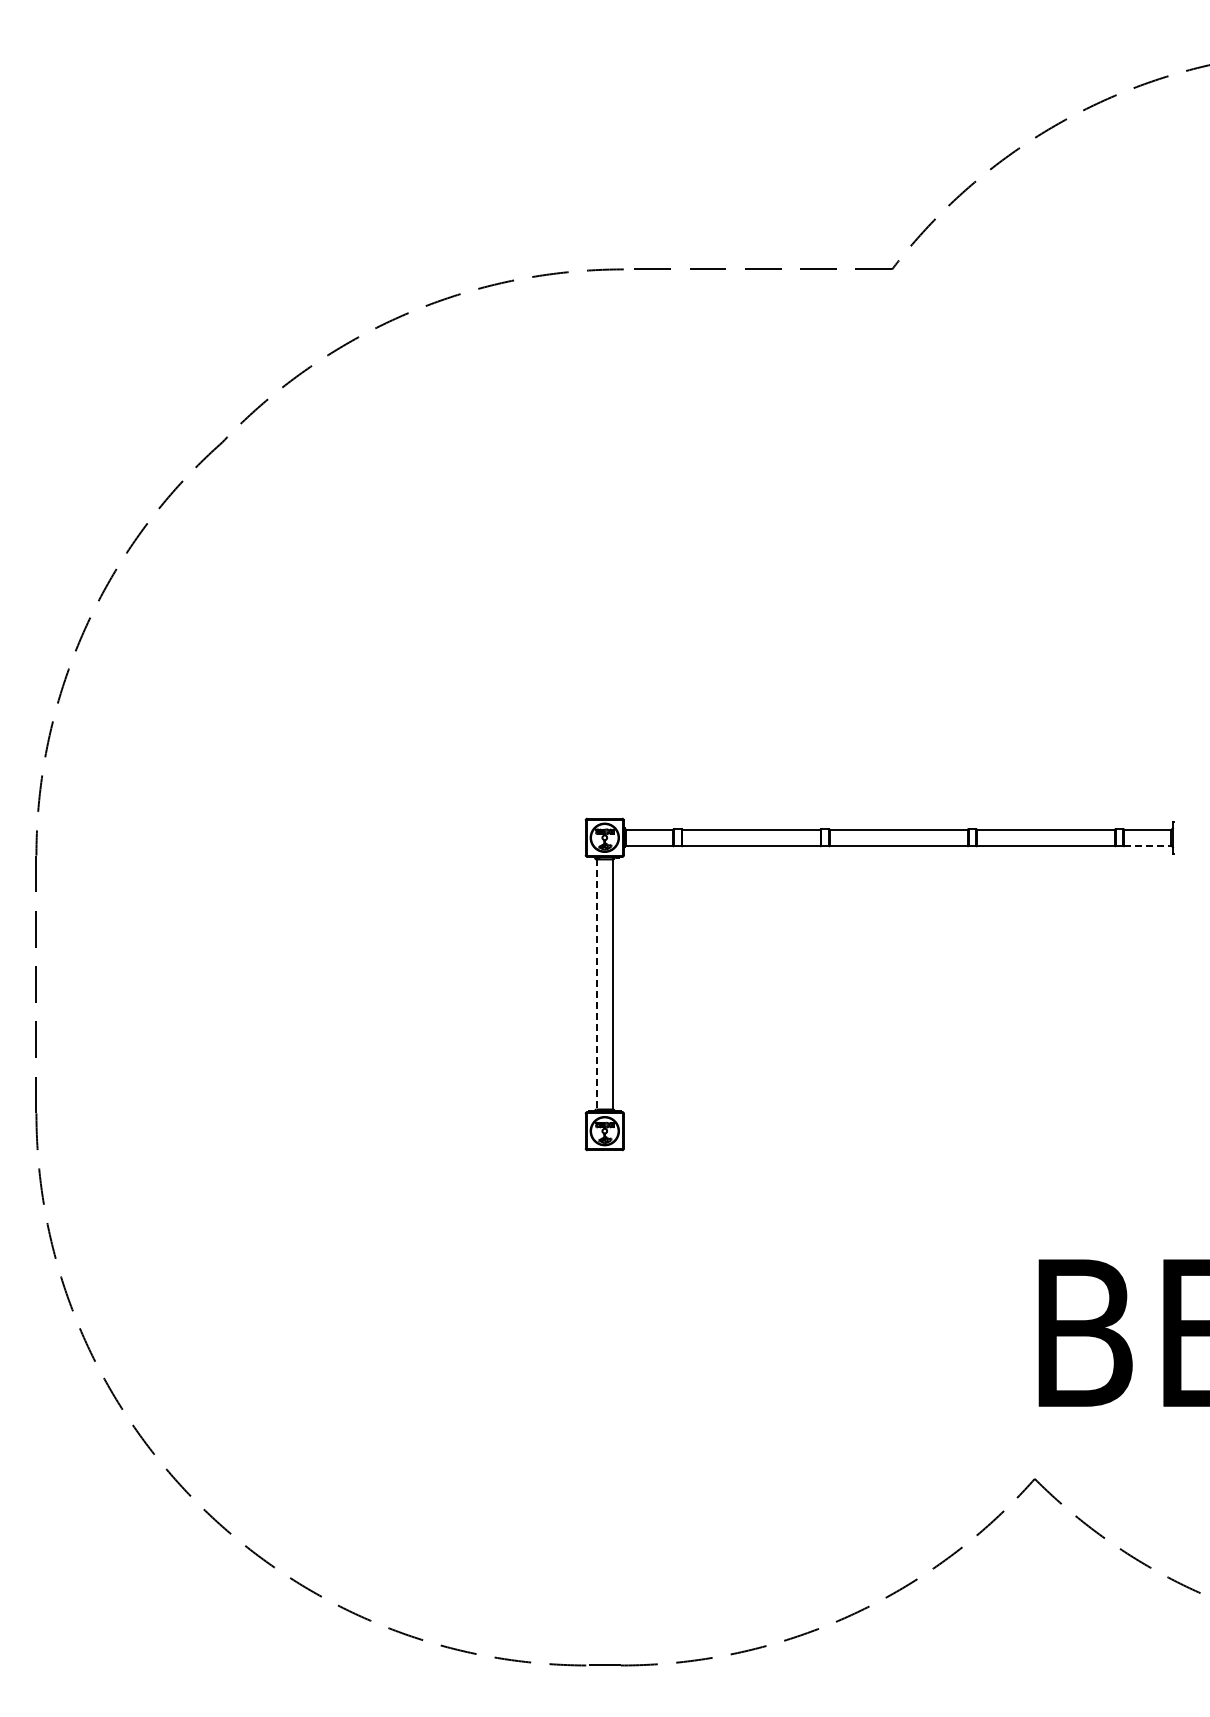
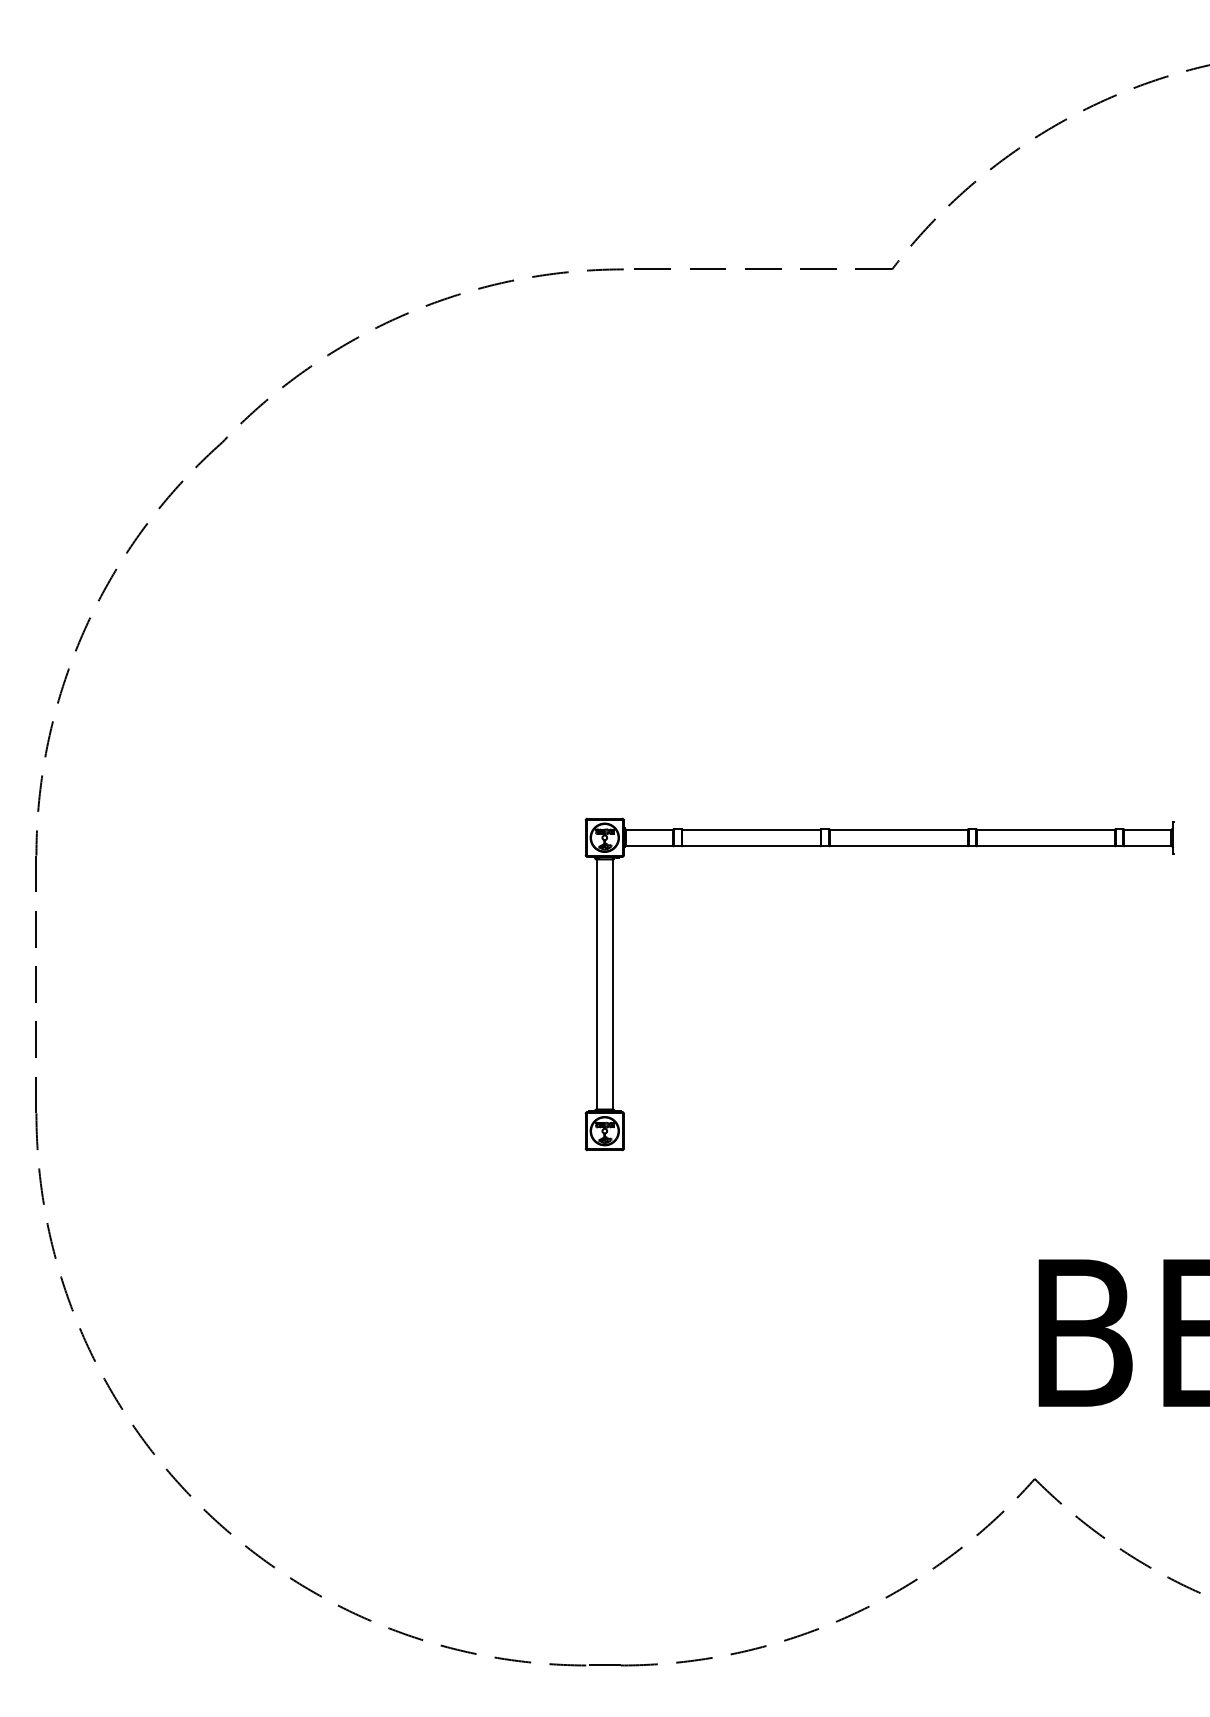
line at (1148, 845): dashed -> solid
line at (597, 984): dashed -> solid
